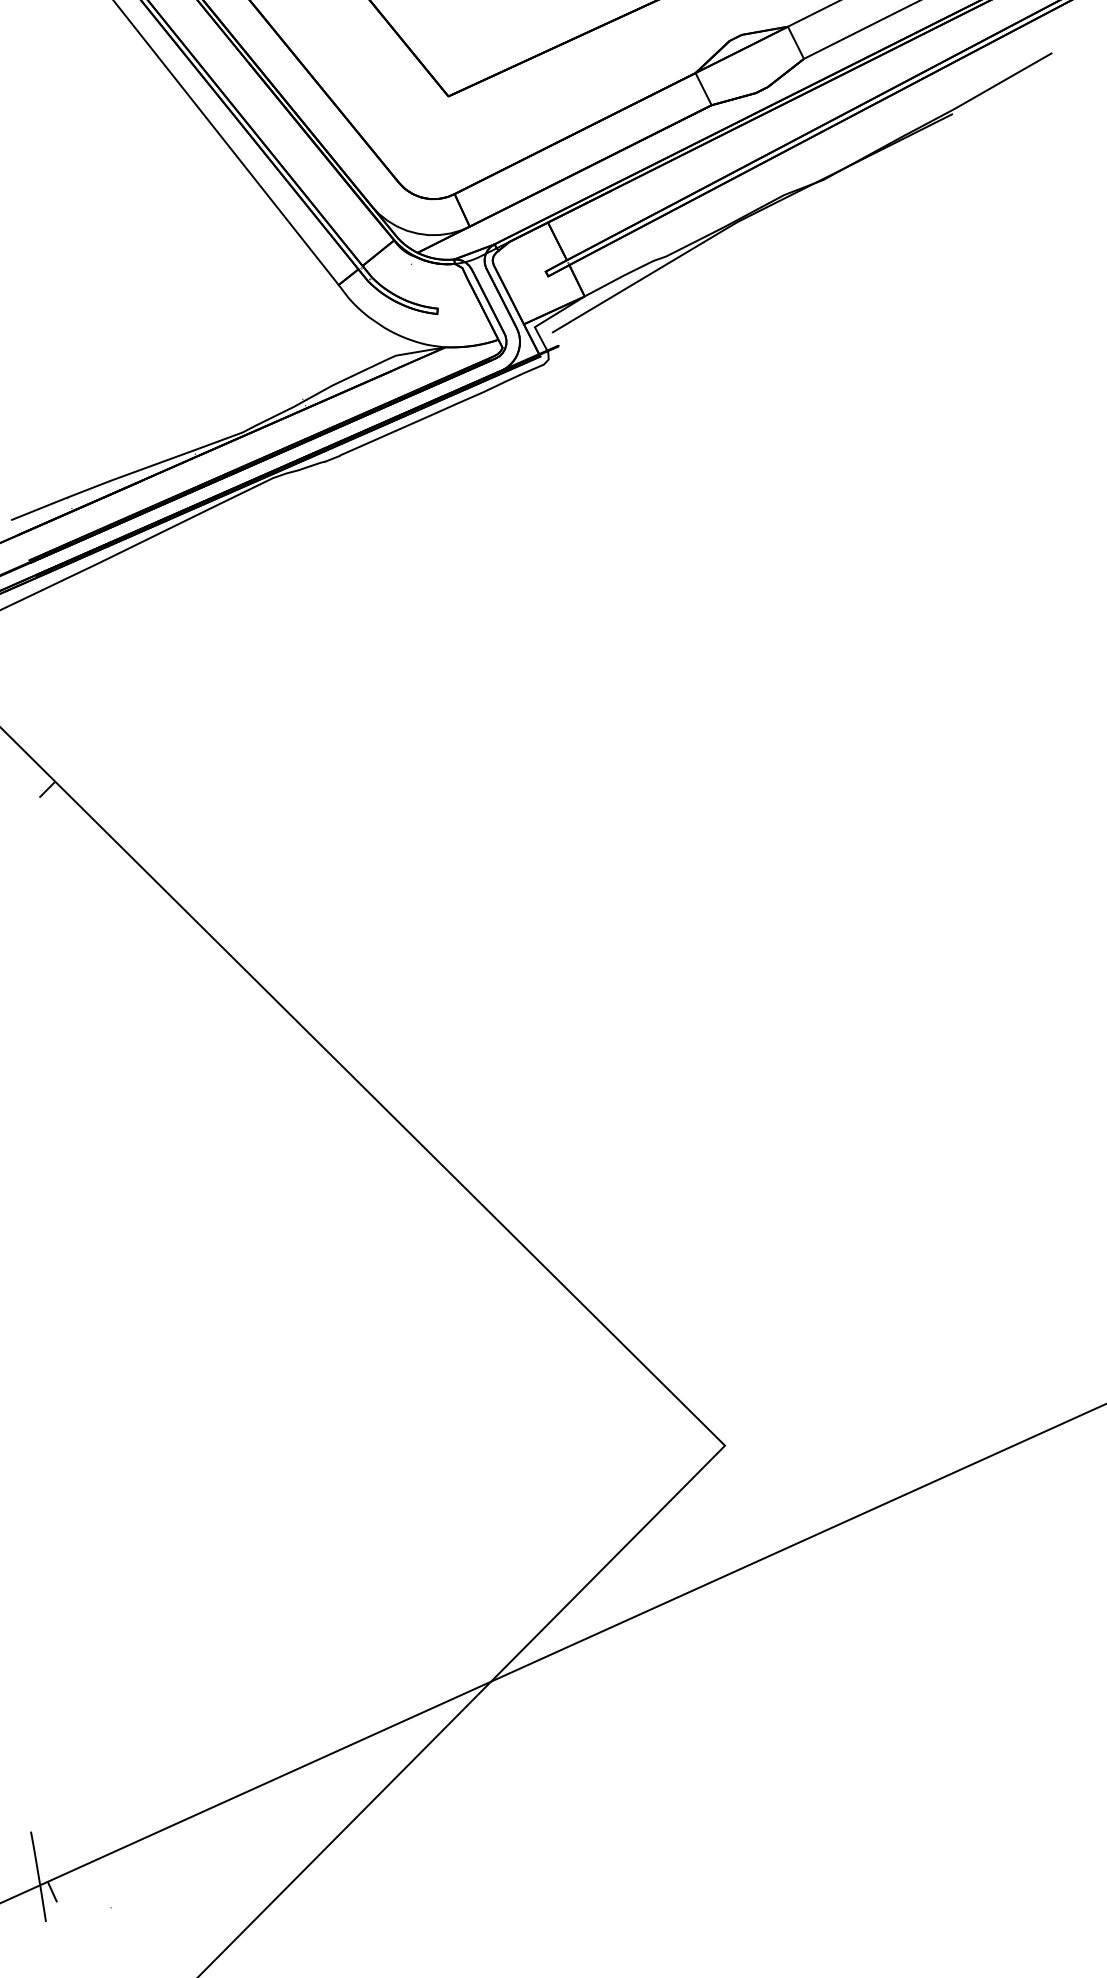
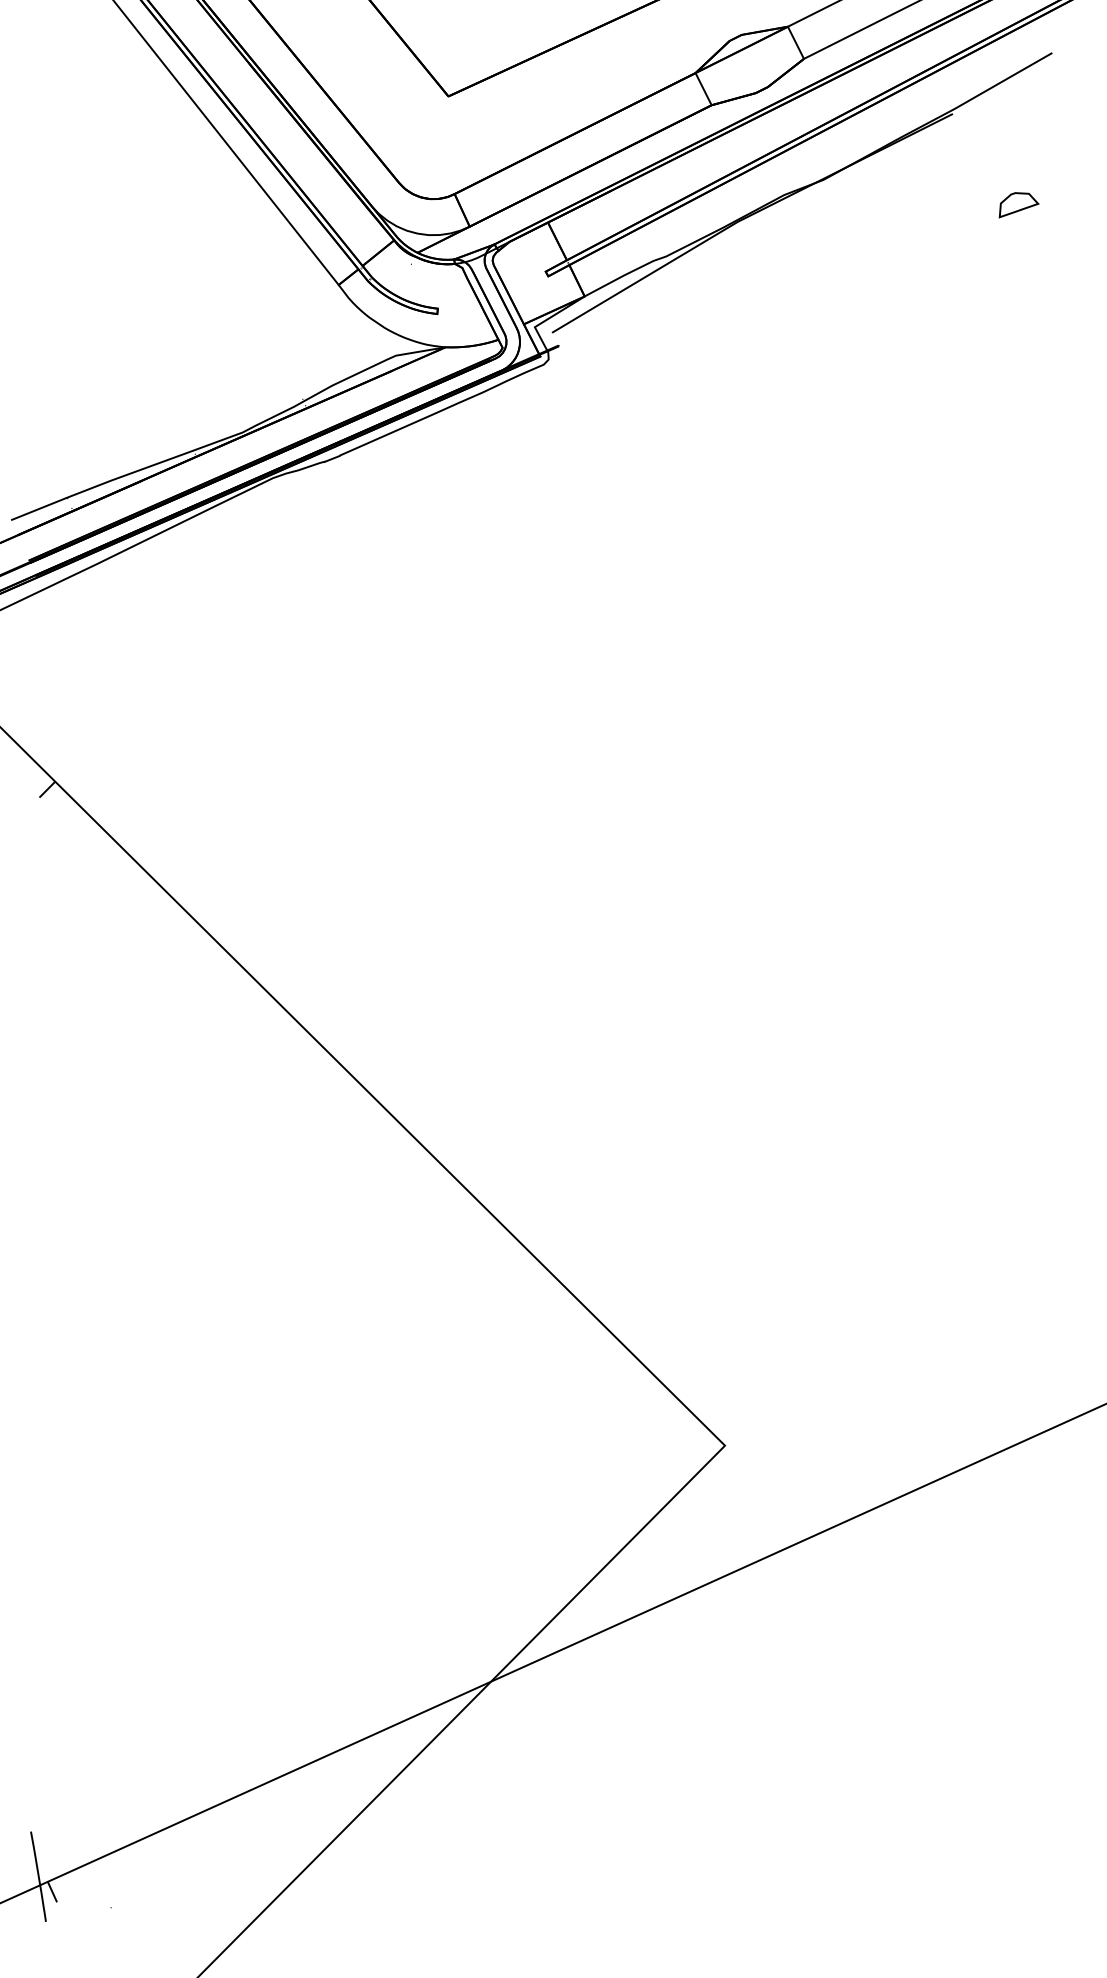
part at (1018, 205): none -> present
